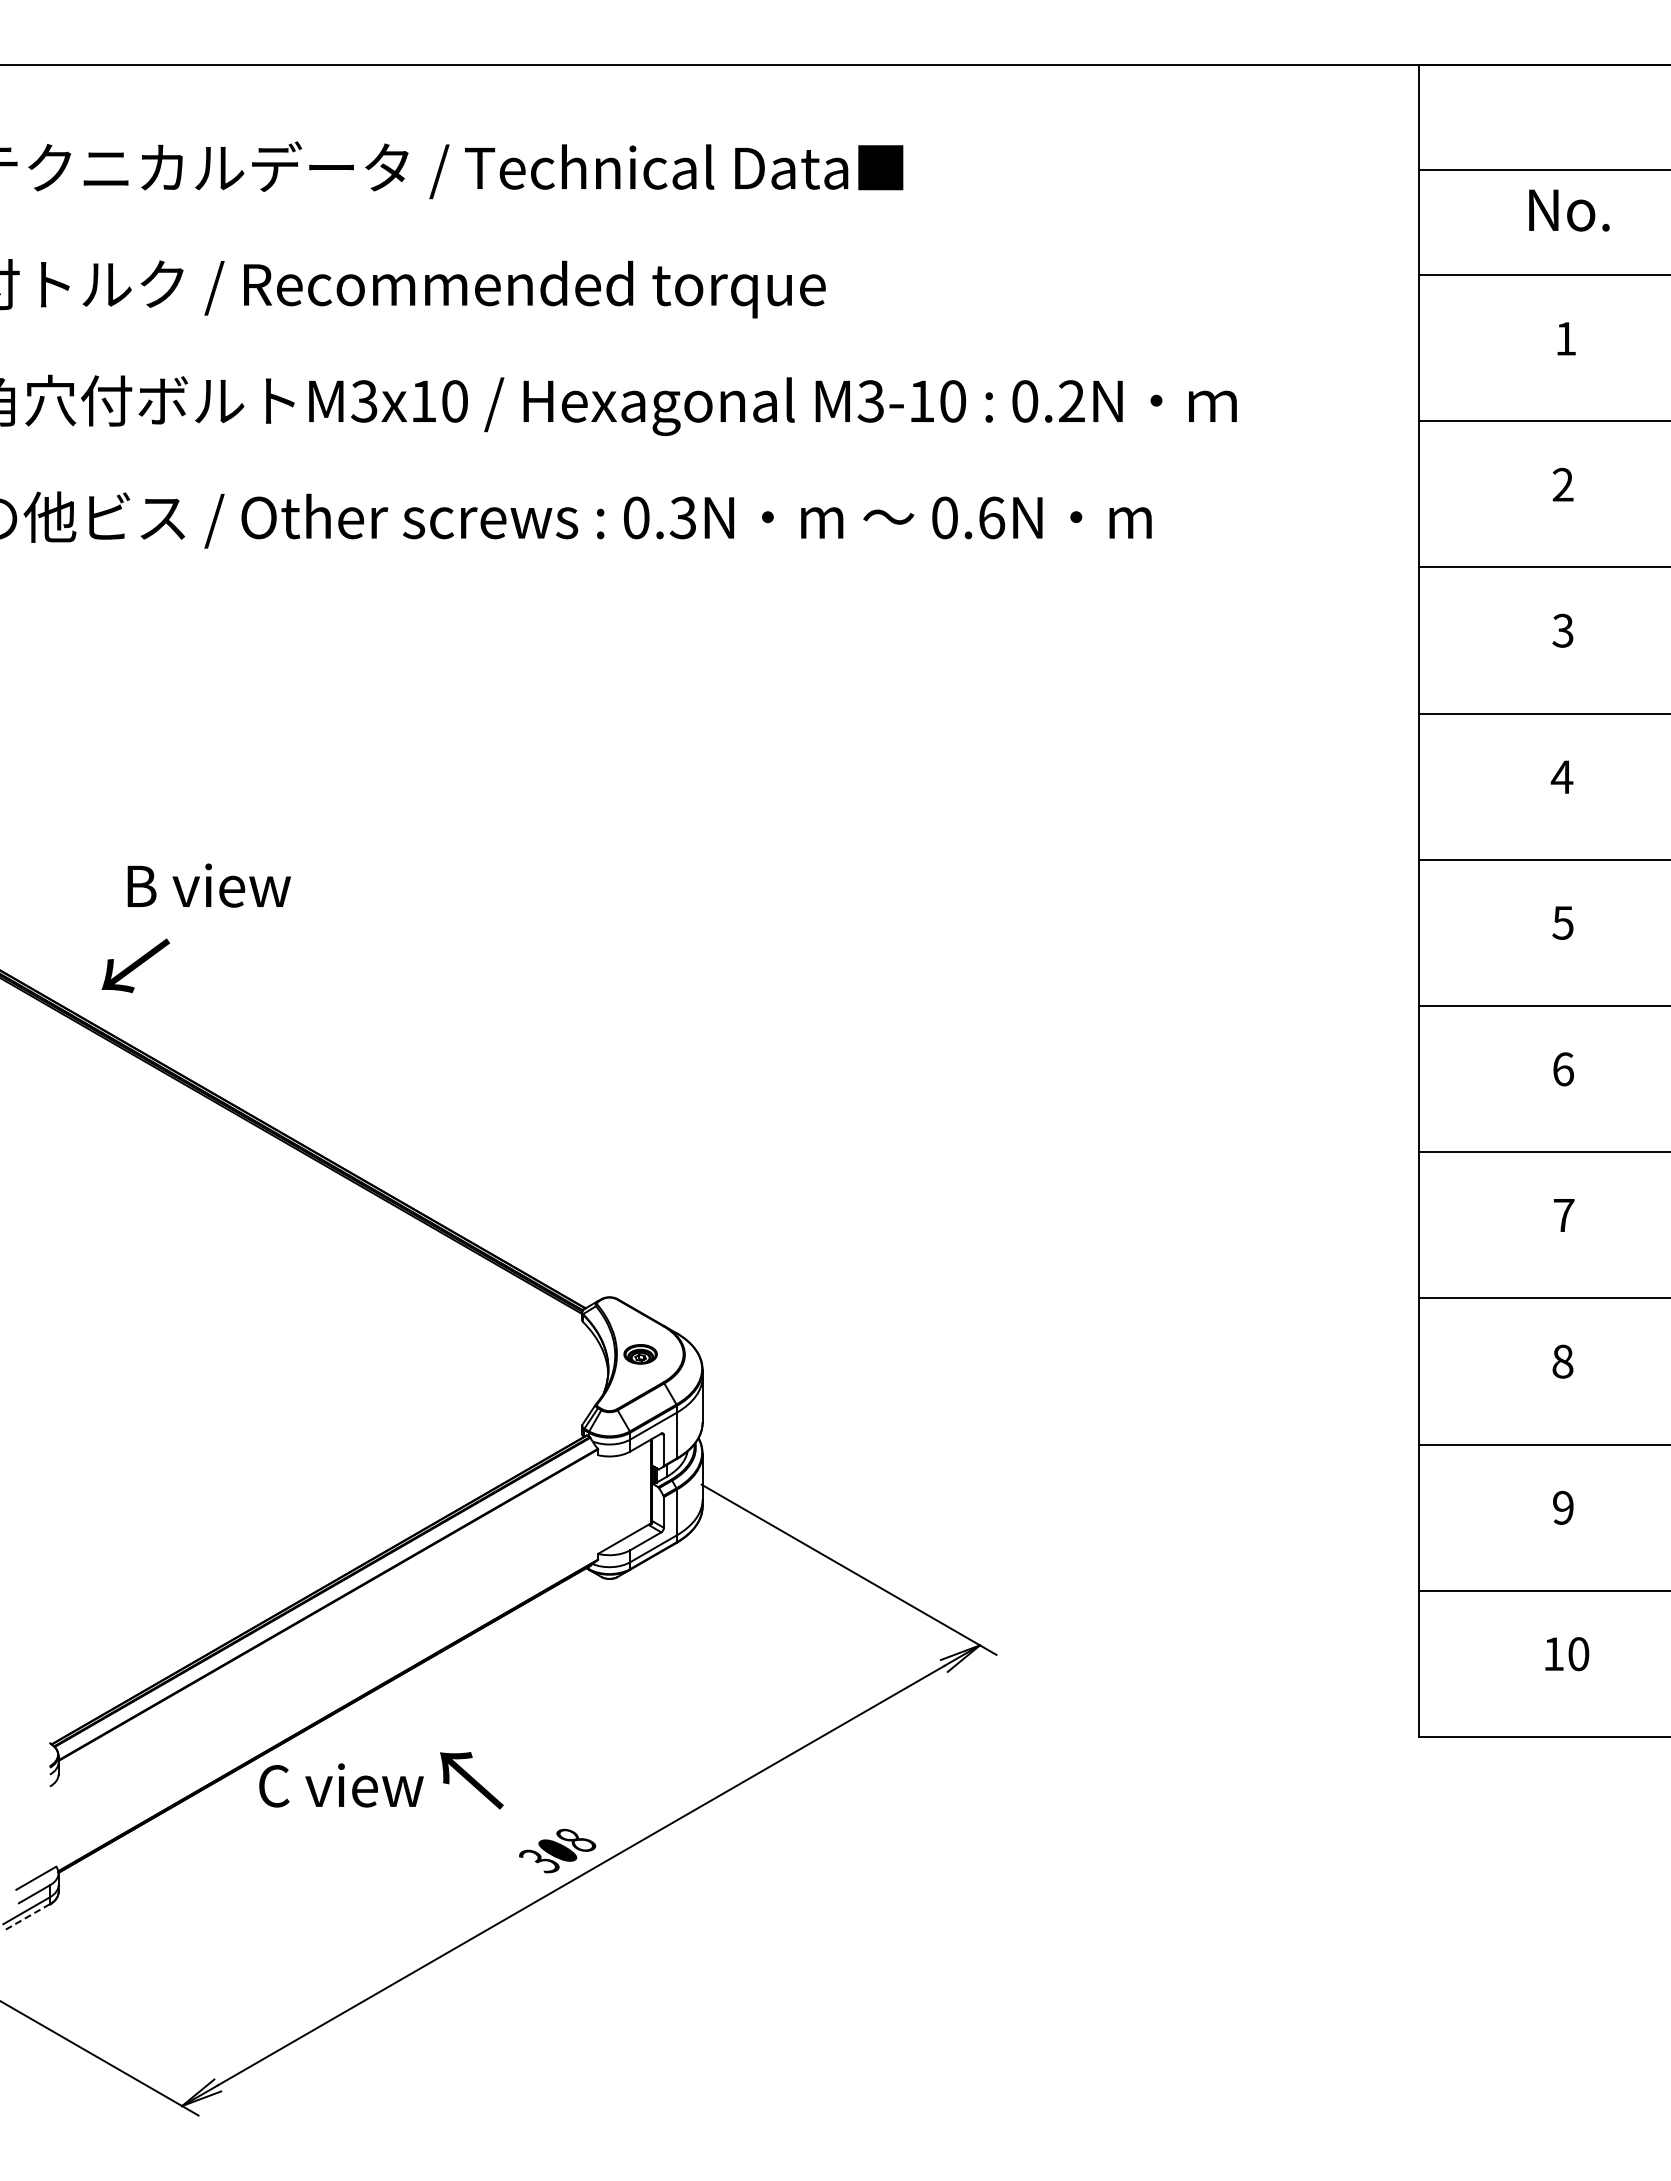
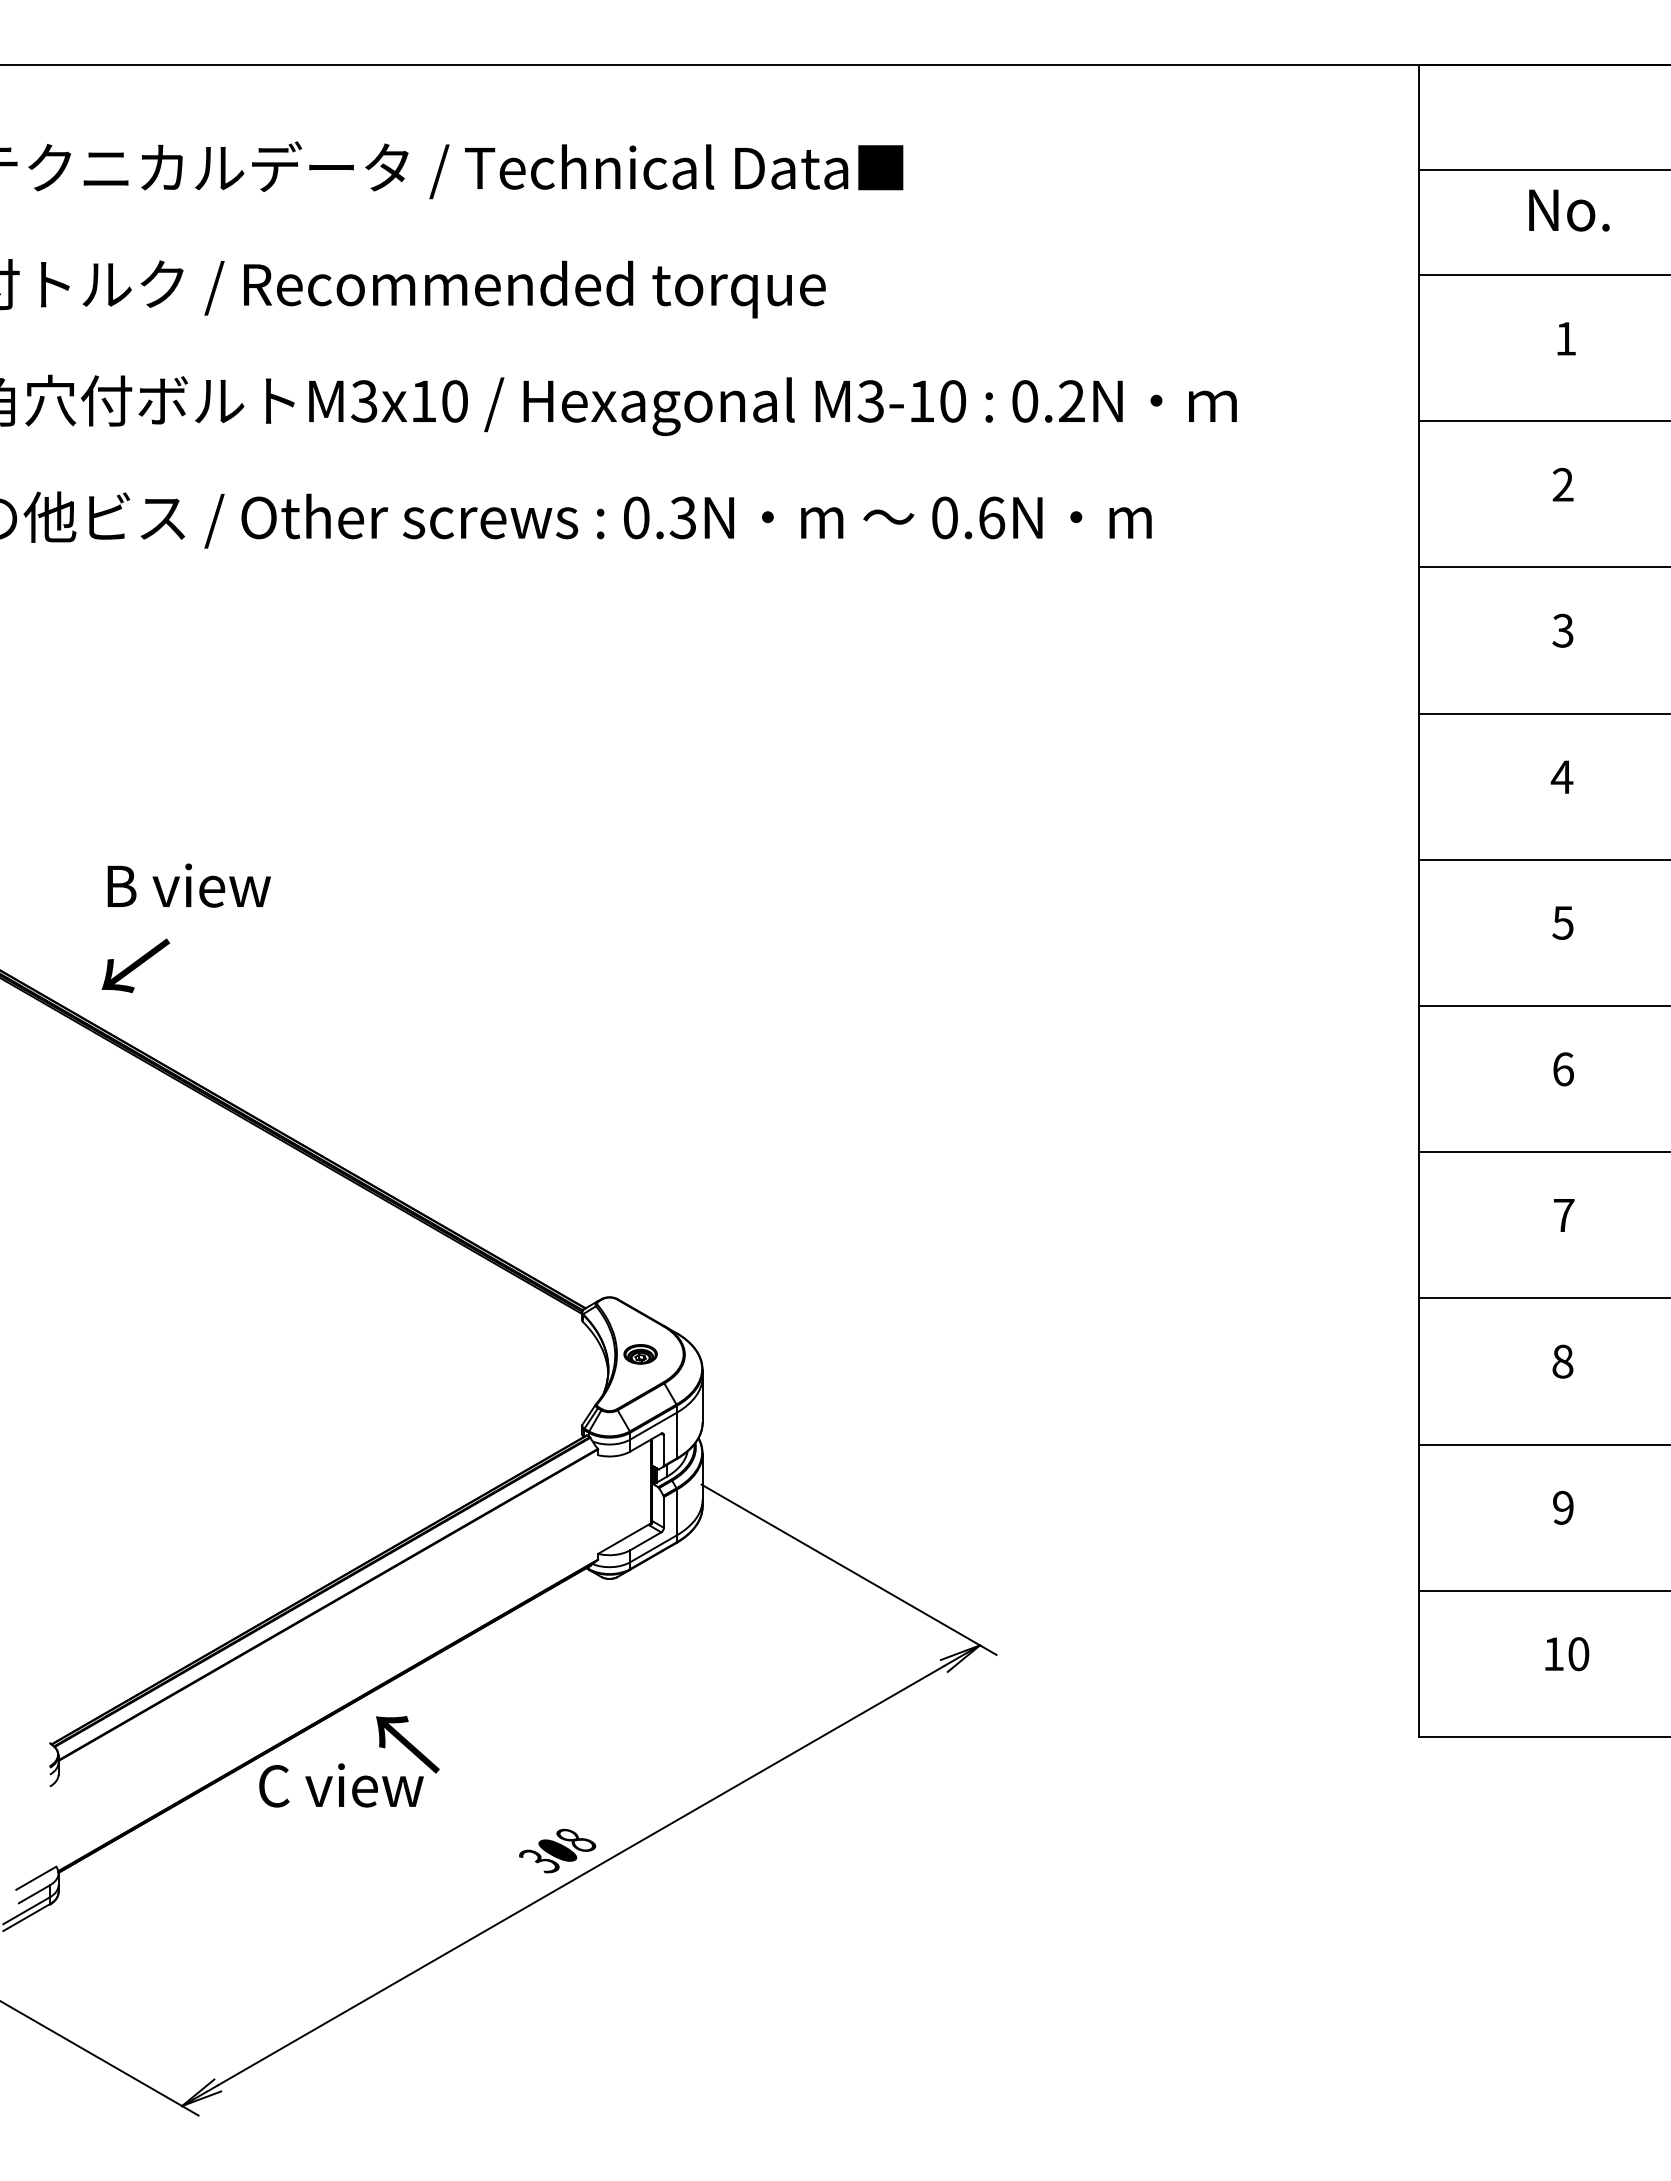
text at (208, 885) position: (208, 885) -> (188, 885)
text at (471, 1780) position: (471, 1780) -> (407, 1744)
line at (26, 1917): dashed -> solid
